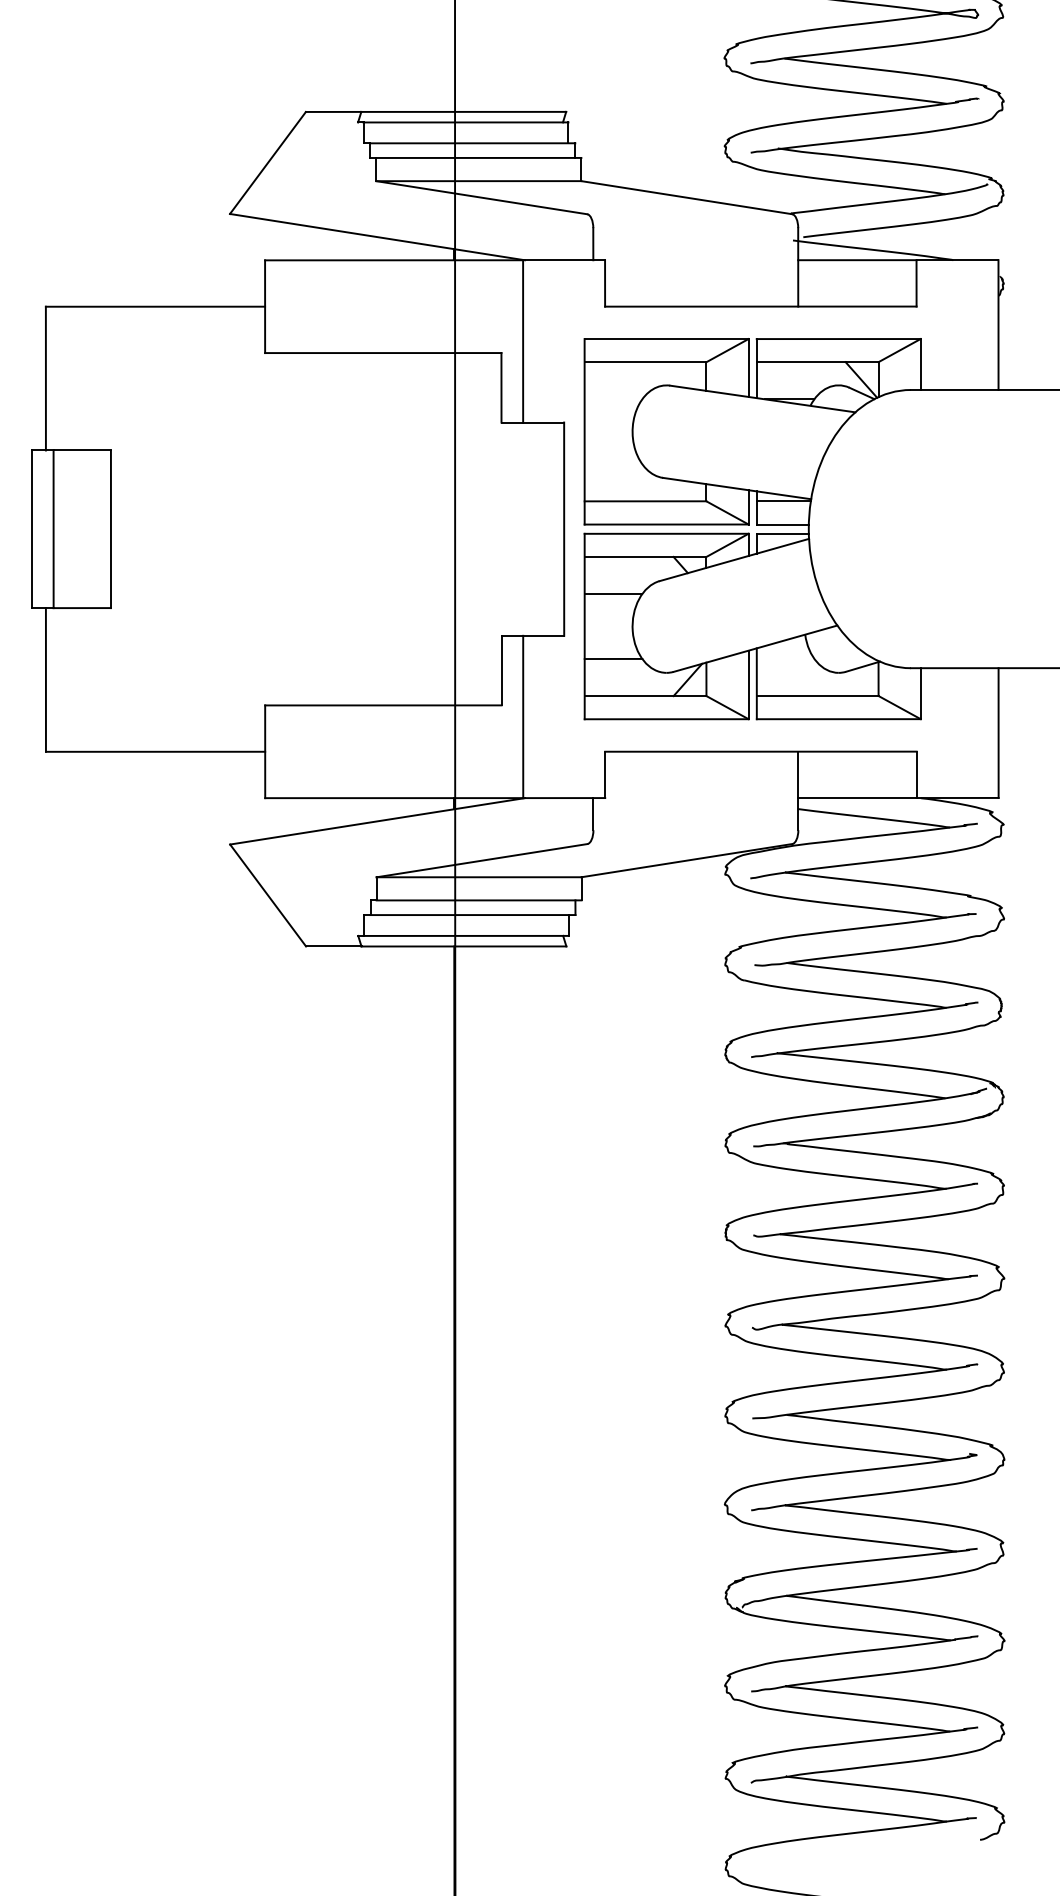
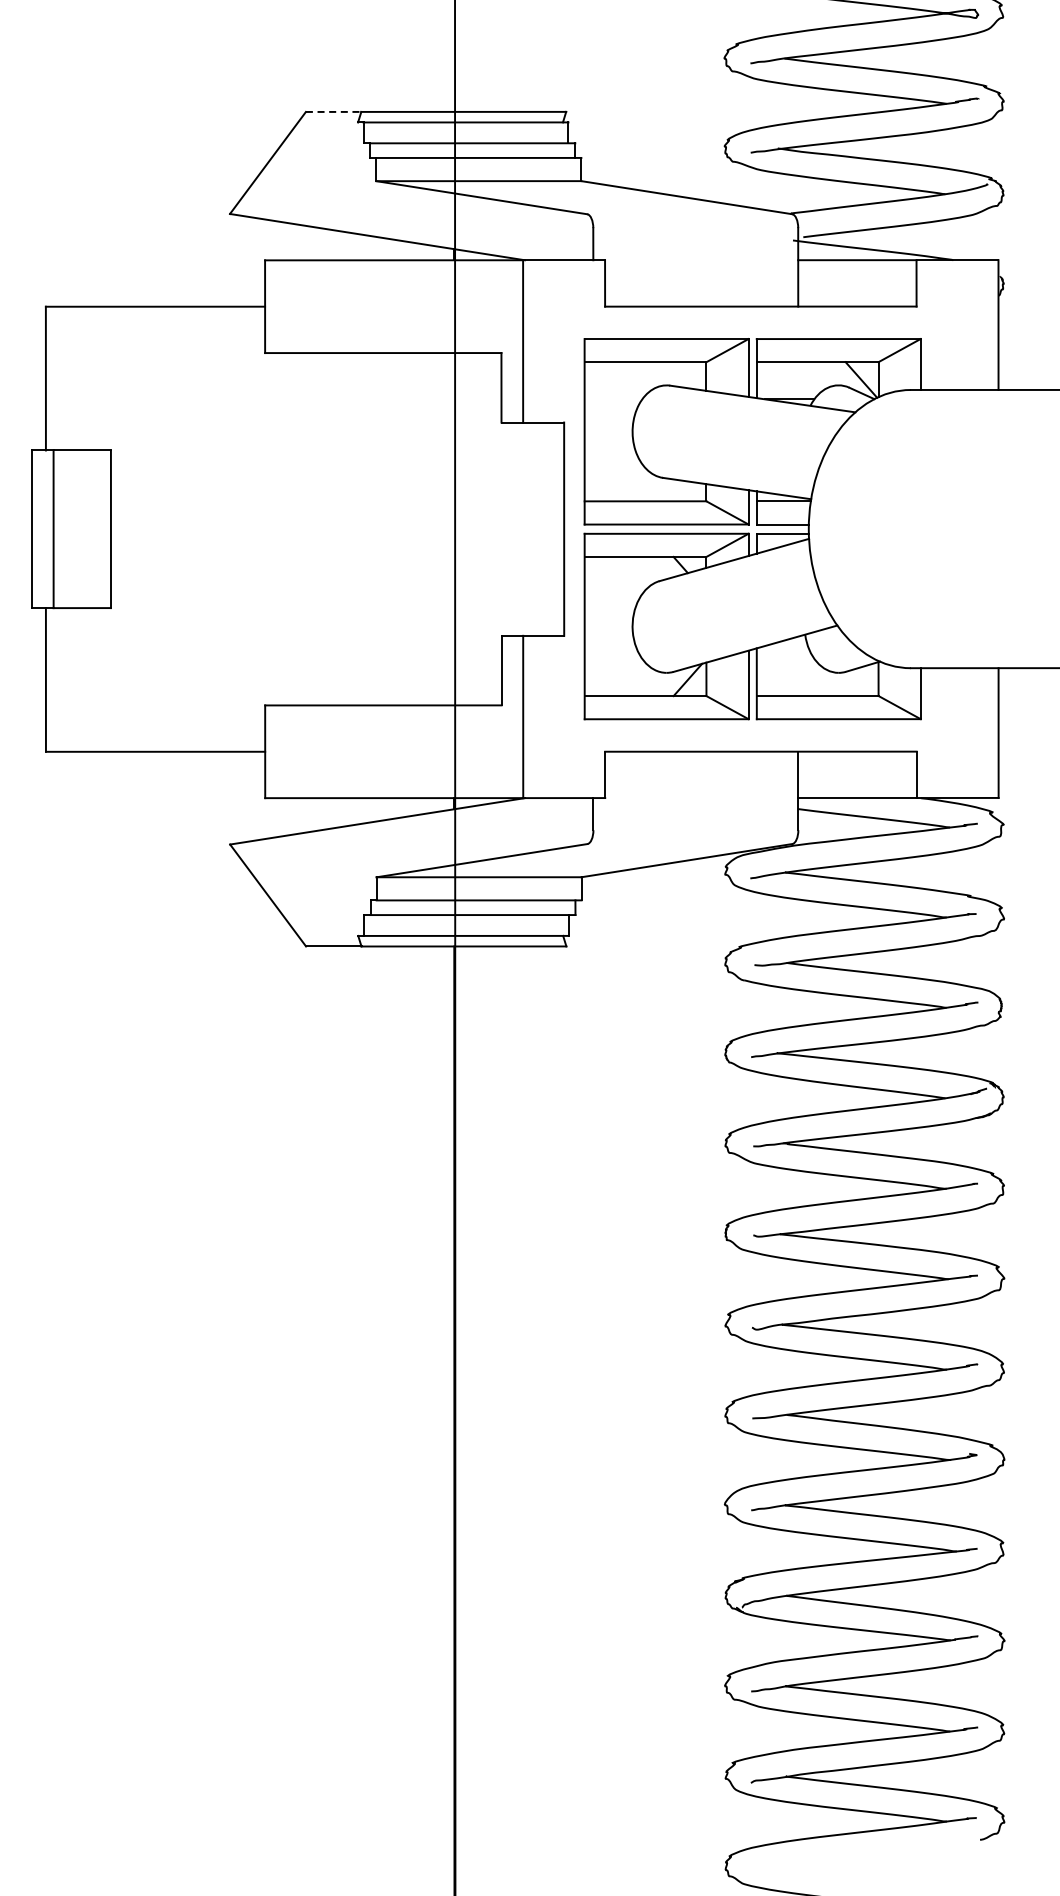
line at (333, 111): solid -> dashed
line at (613, 594): present -> none
line at (613, 658): present -> none
